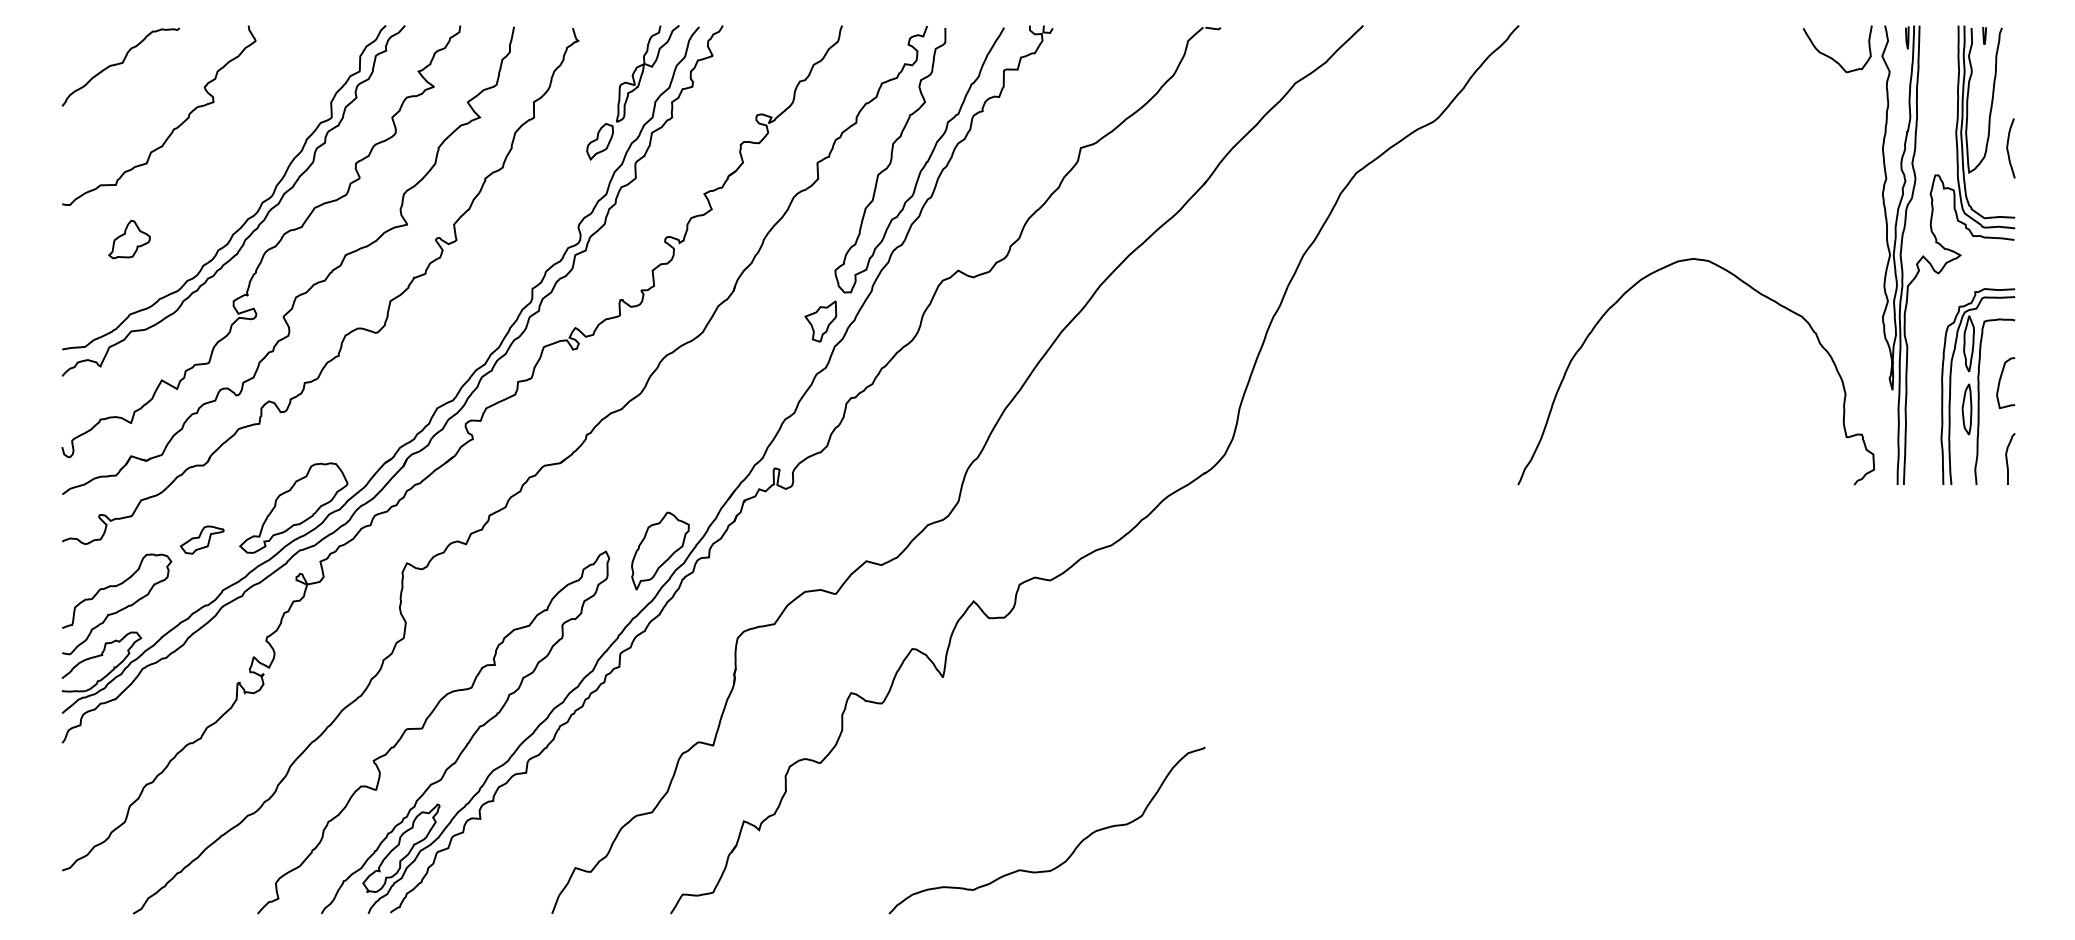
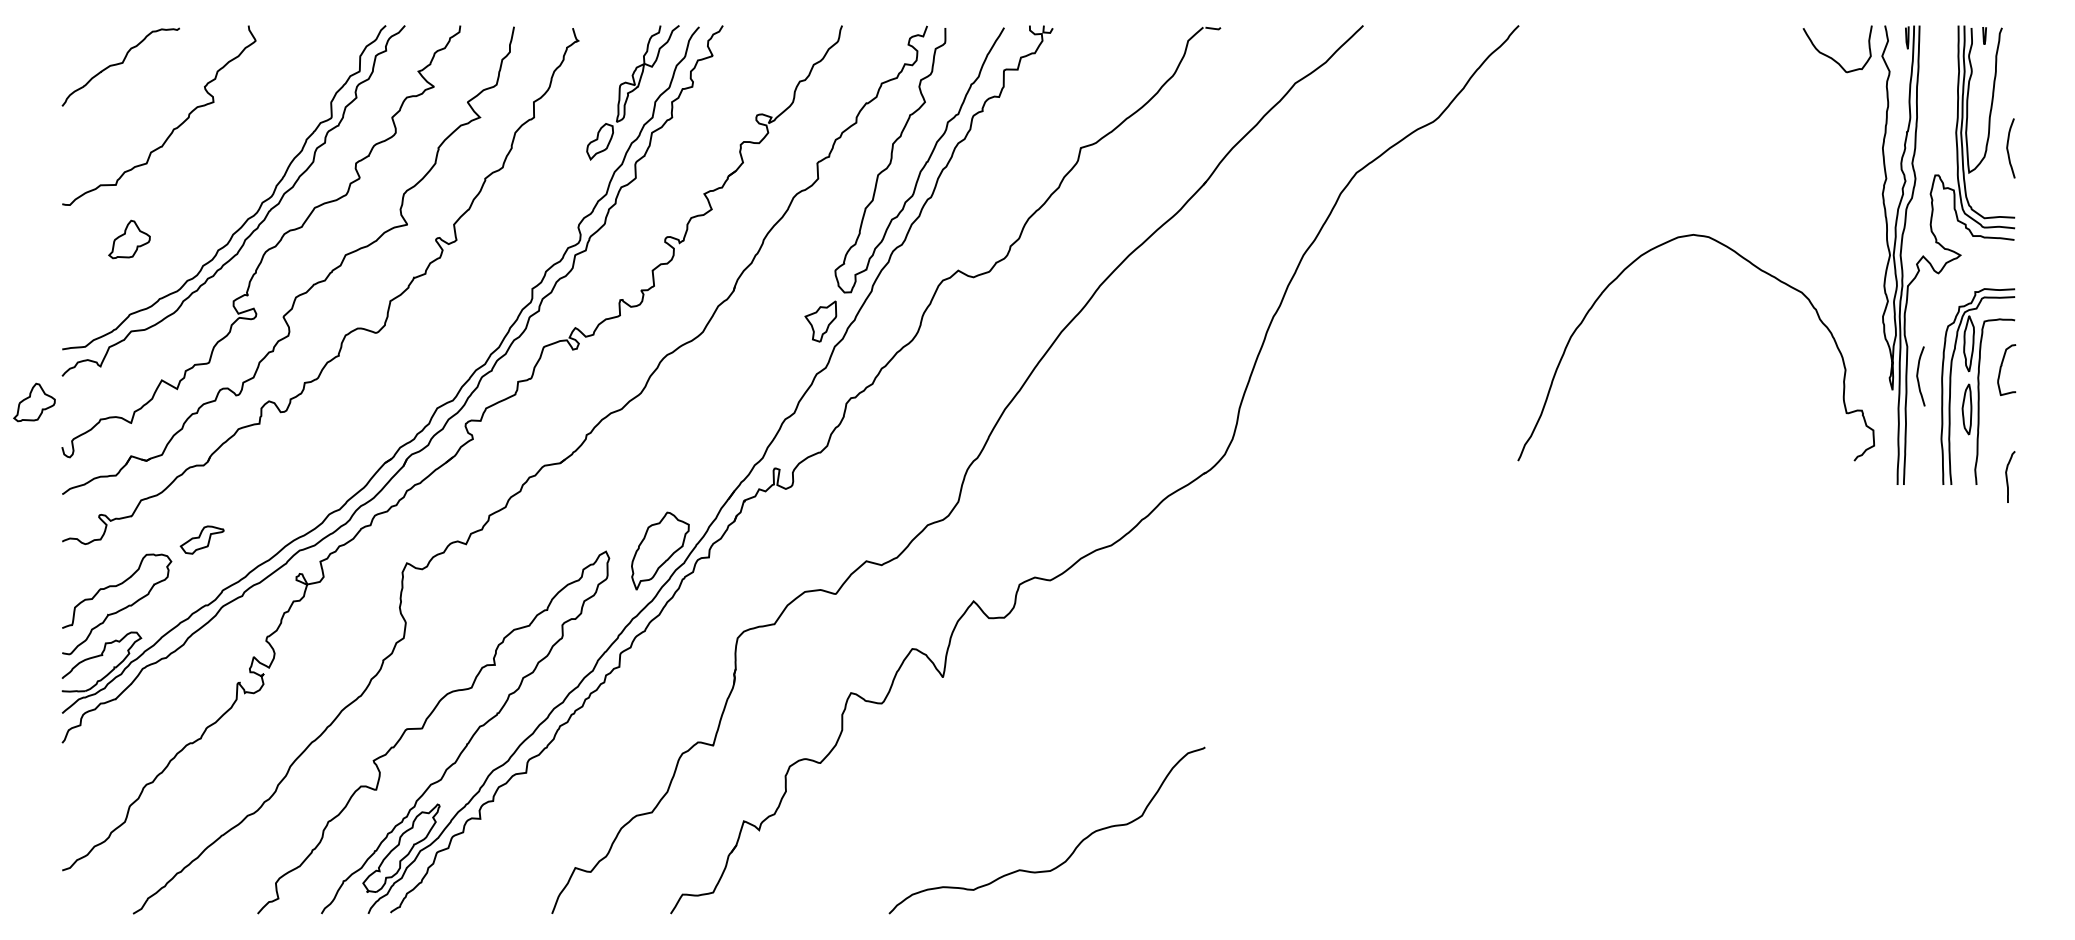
curve at (1753, 290) position: (1753, 290) -> (1753, 266)
curve at (1918, 376): none -> present
curve at (2001, 379) position: (2001, 379) -> (2002, 366)
part at (34, 402): none -> present
curve at (2007, 458) position: (2007, 458) -> (2007, 476)
part at (293, 507): present -> none
